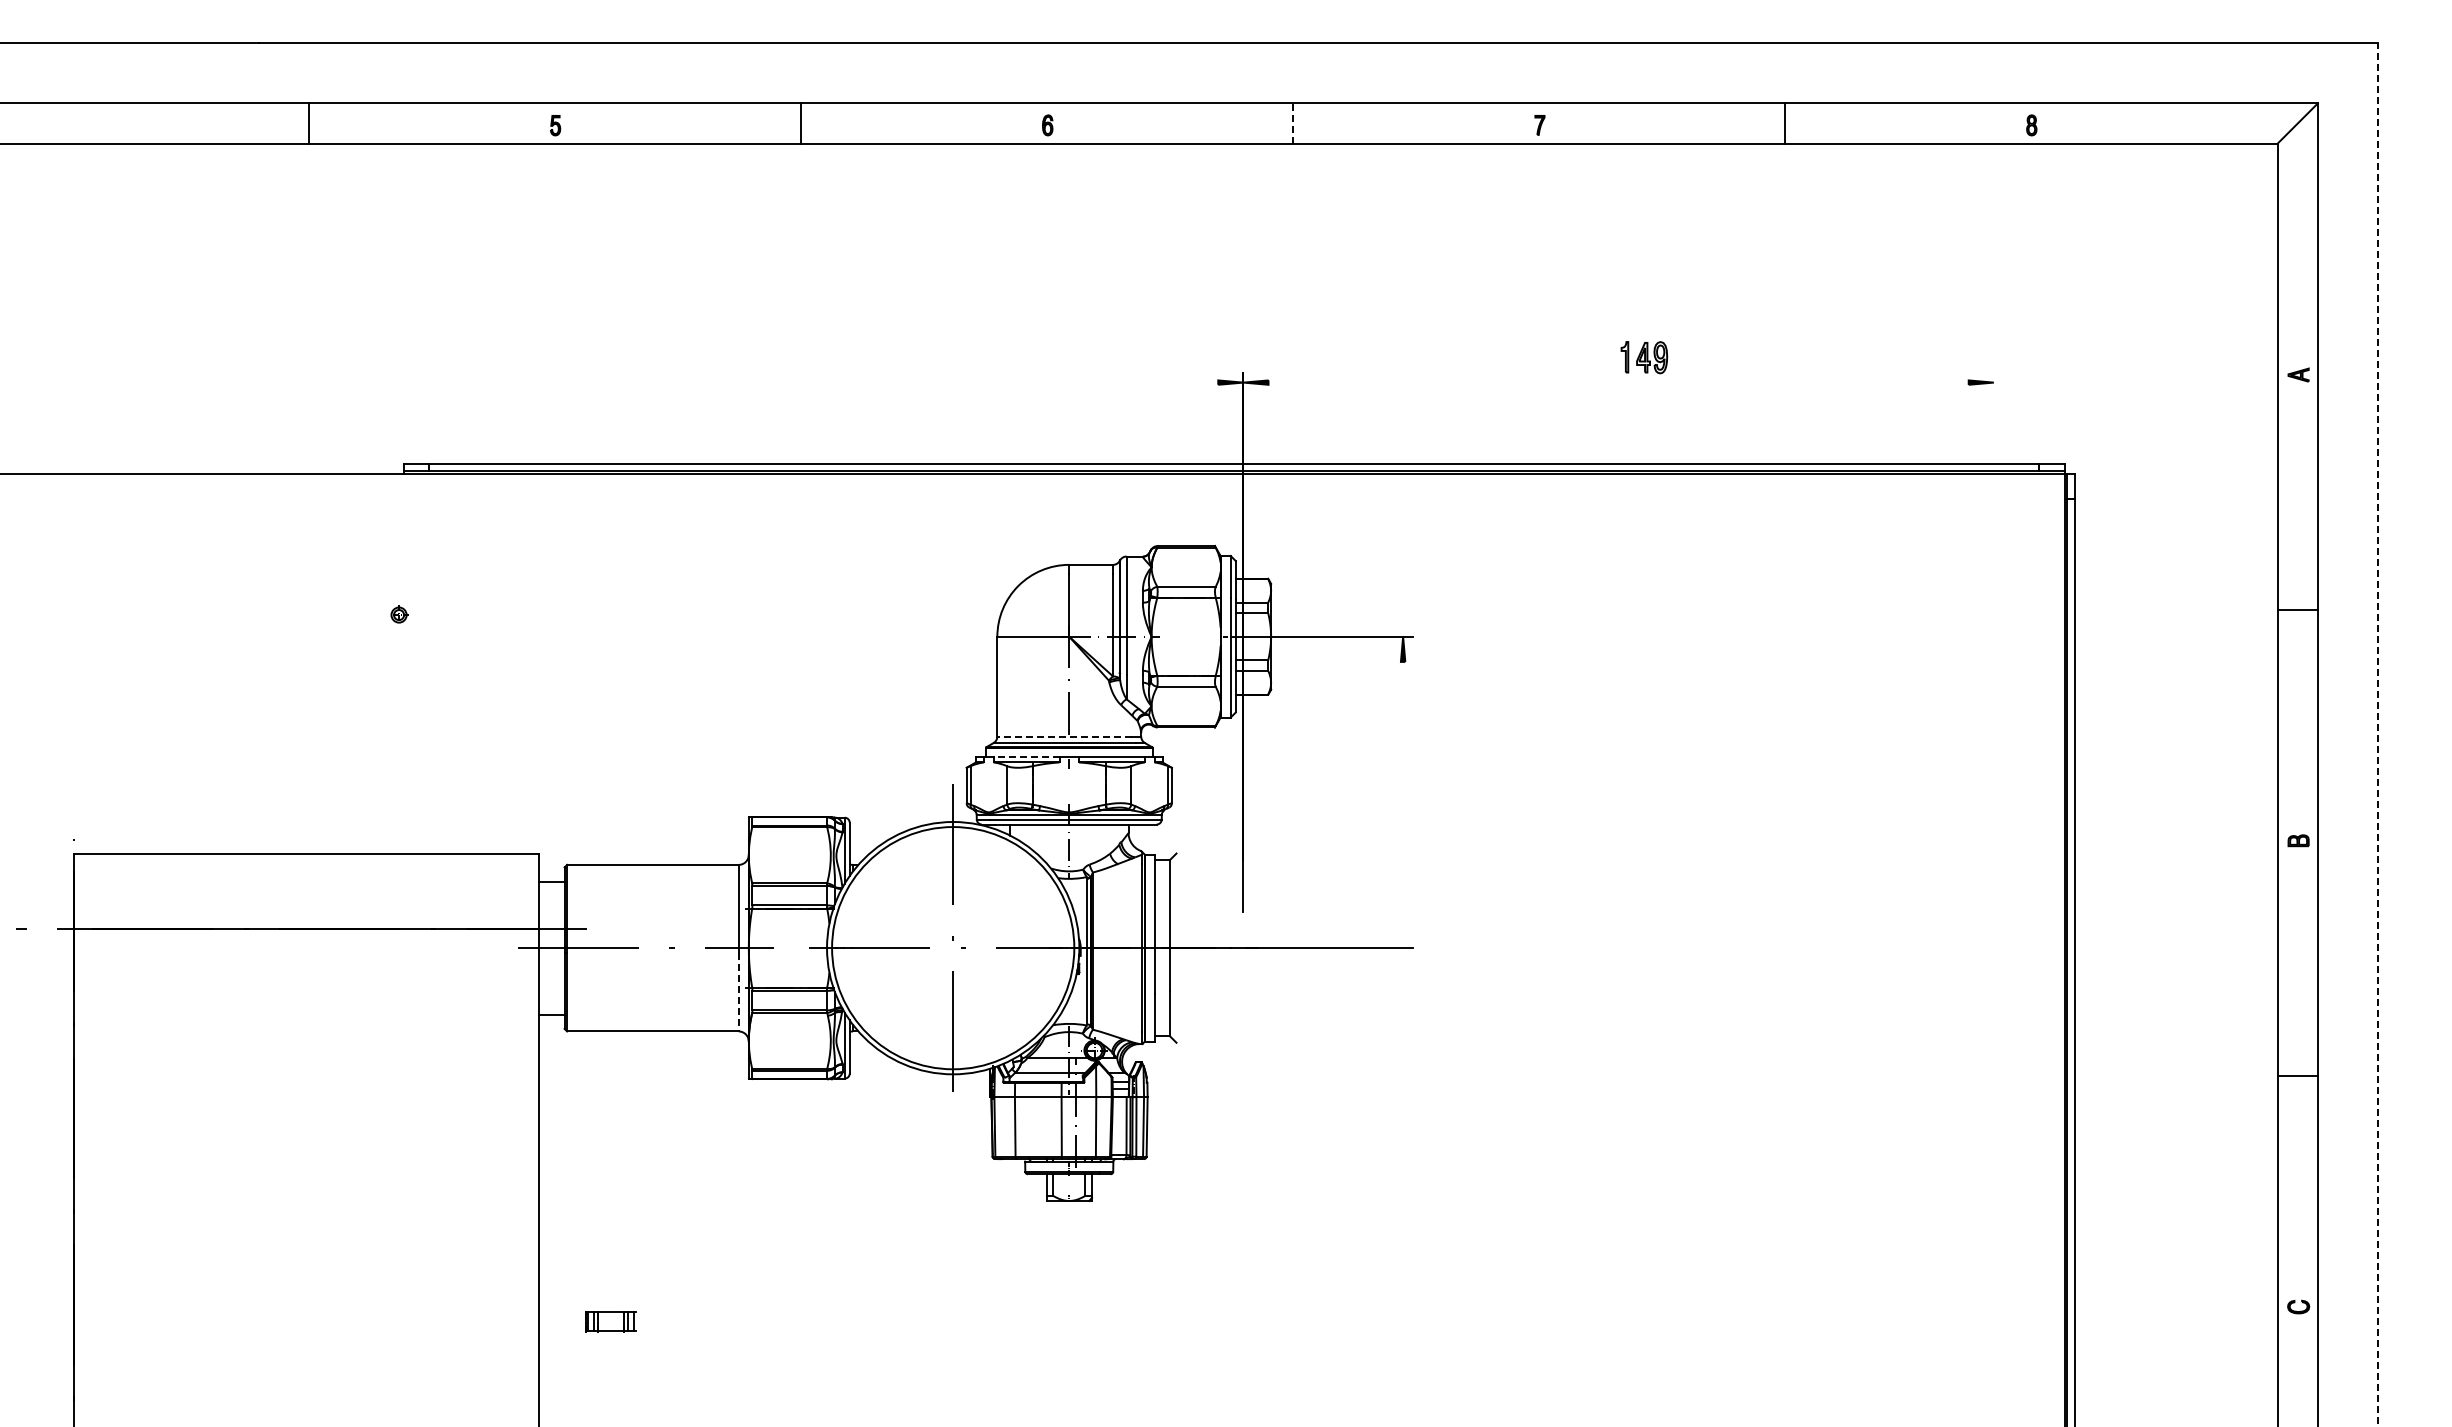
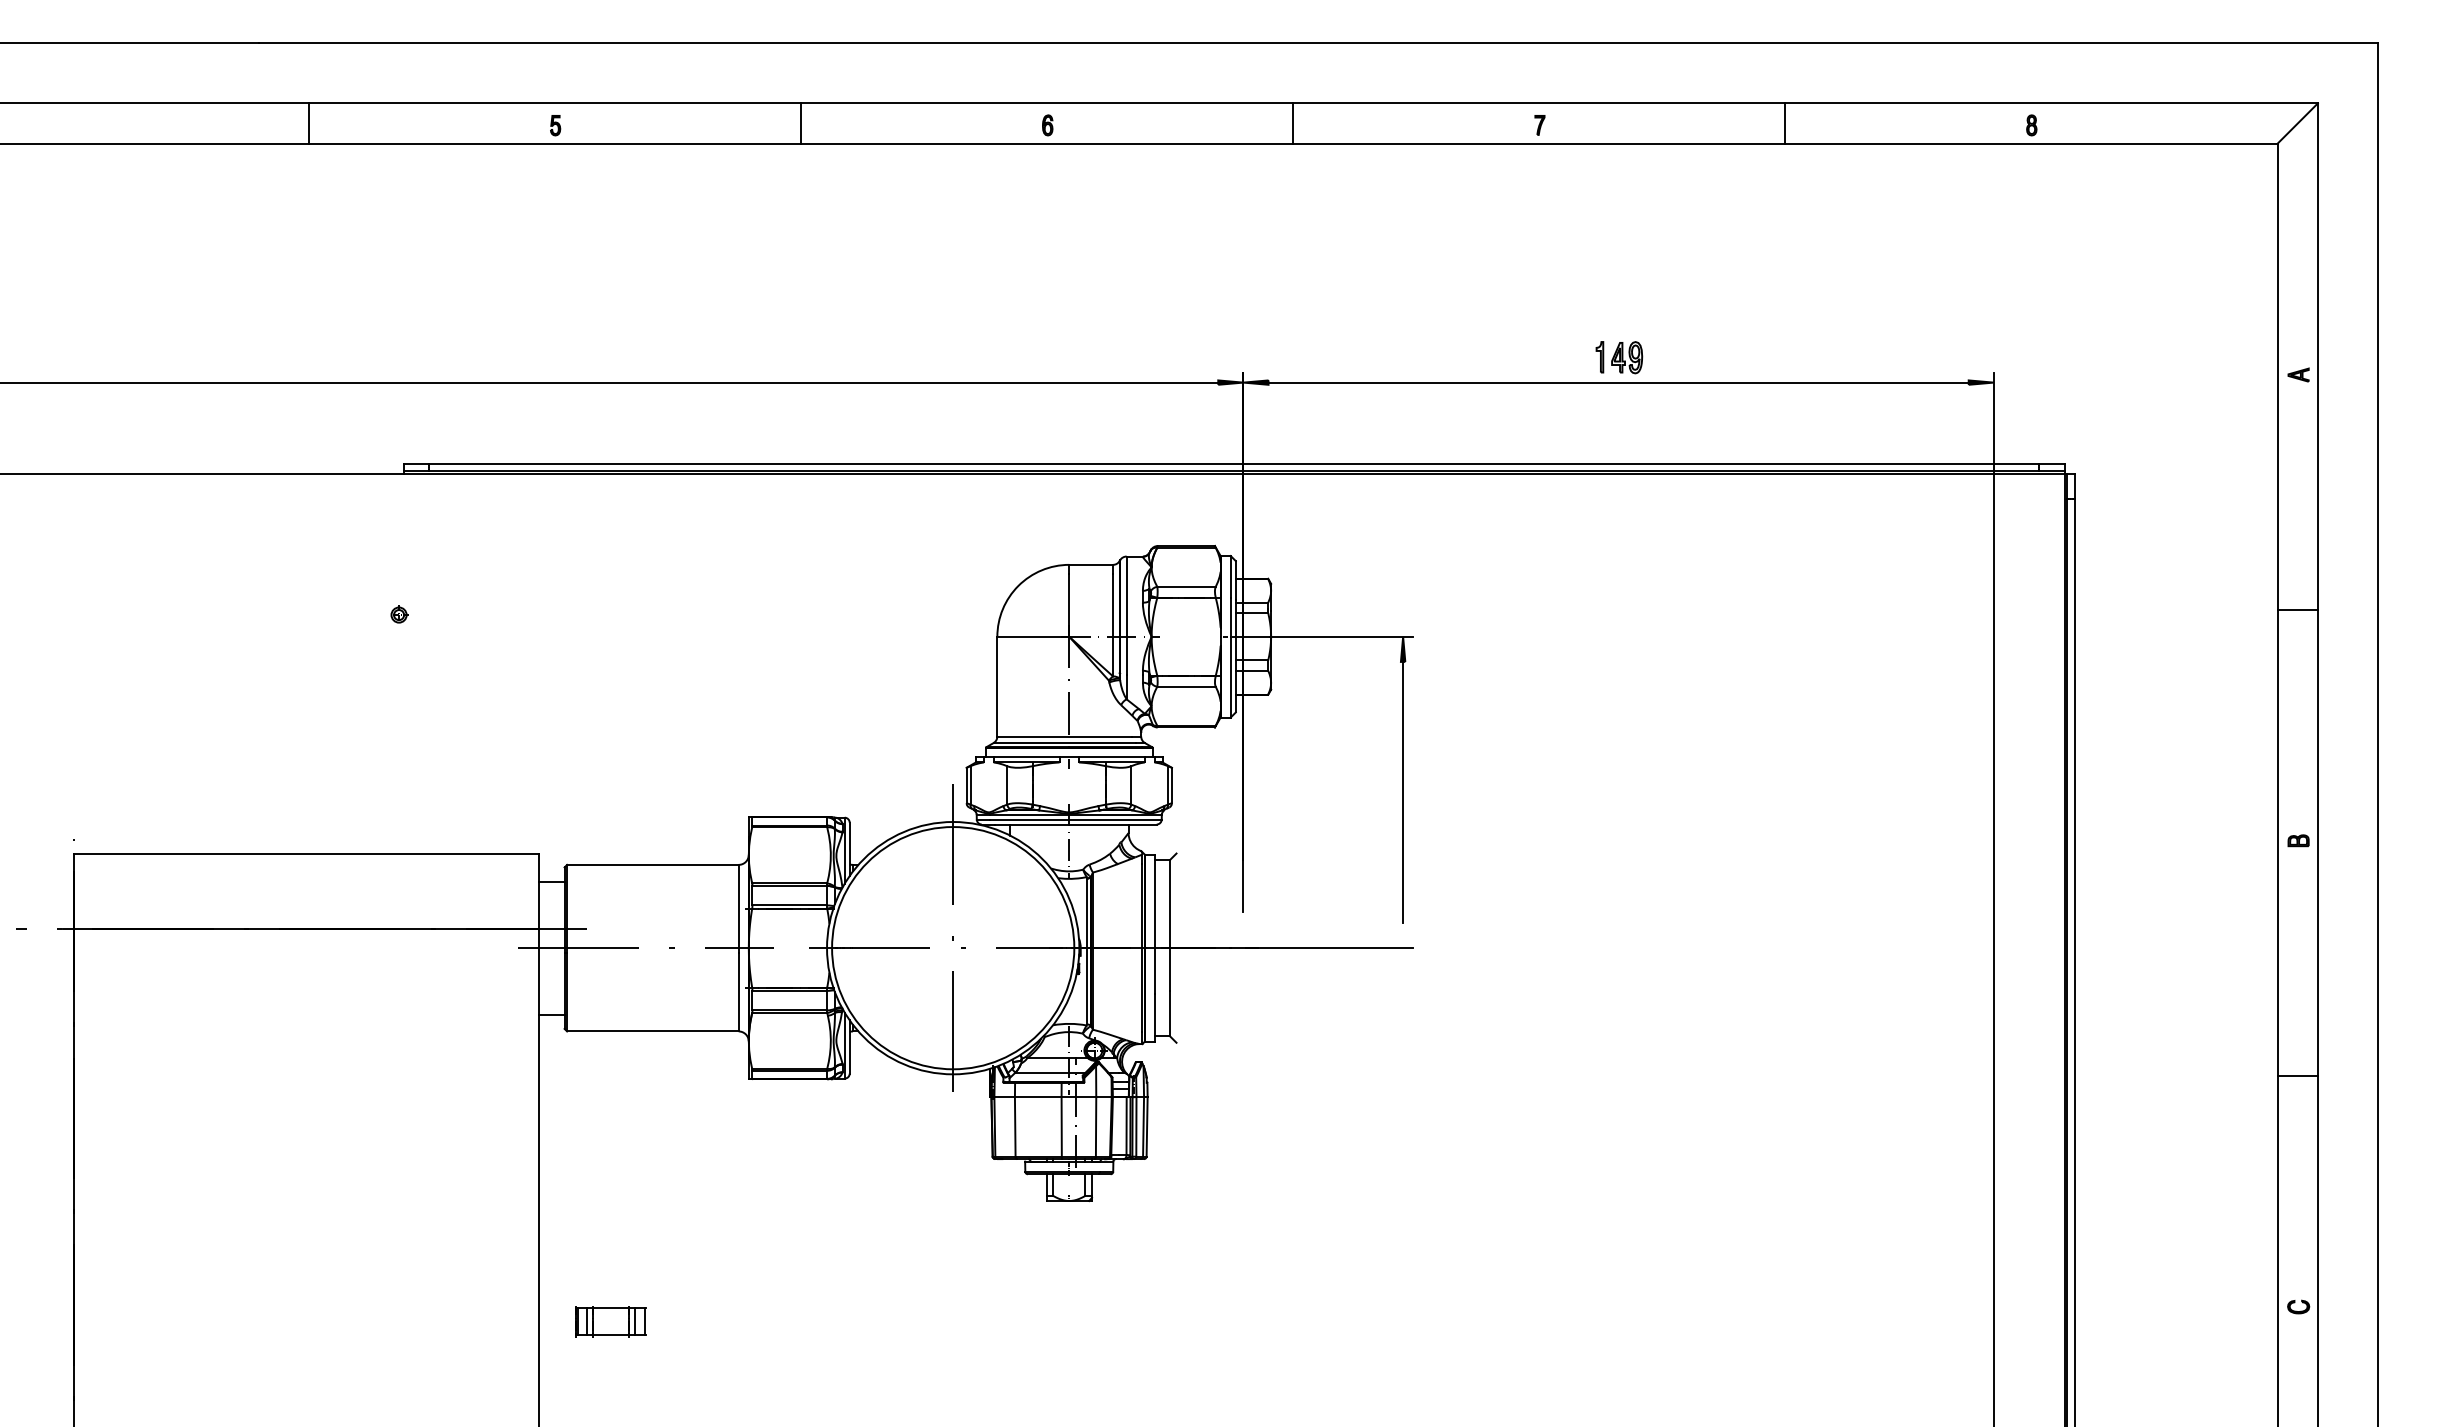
line at (1293, 123): dashed -> solid
part at (1644, 357) position: (1644, 357) -> (1619, 357)
line at (610, 382): none -> present
line at (1618, 382): none -> present
line at (2378, 734): dashed -> solid
line at (1064, 736): dashed -> solid
line at (1026, 757): dashed -> solid
line at (1403, 792): none -> present
line at (1993, 897): none -> present
line at (738, 992): dashed -> solid
part at (610, 1321) size: 52x22 px -> 72x32 px
